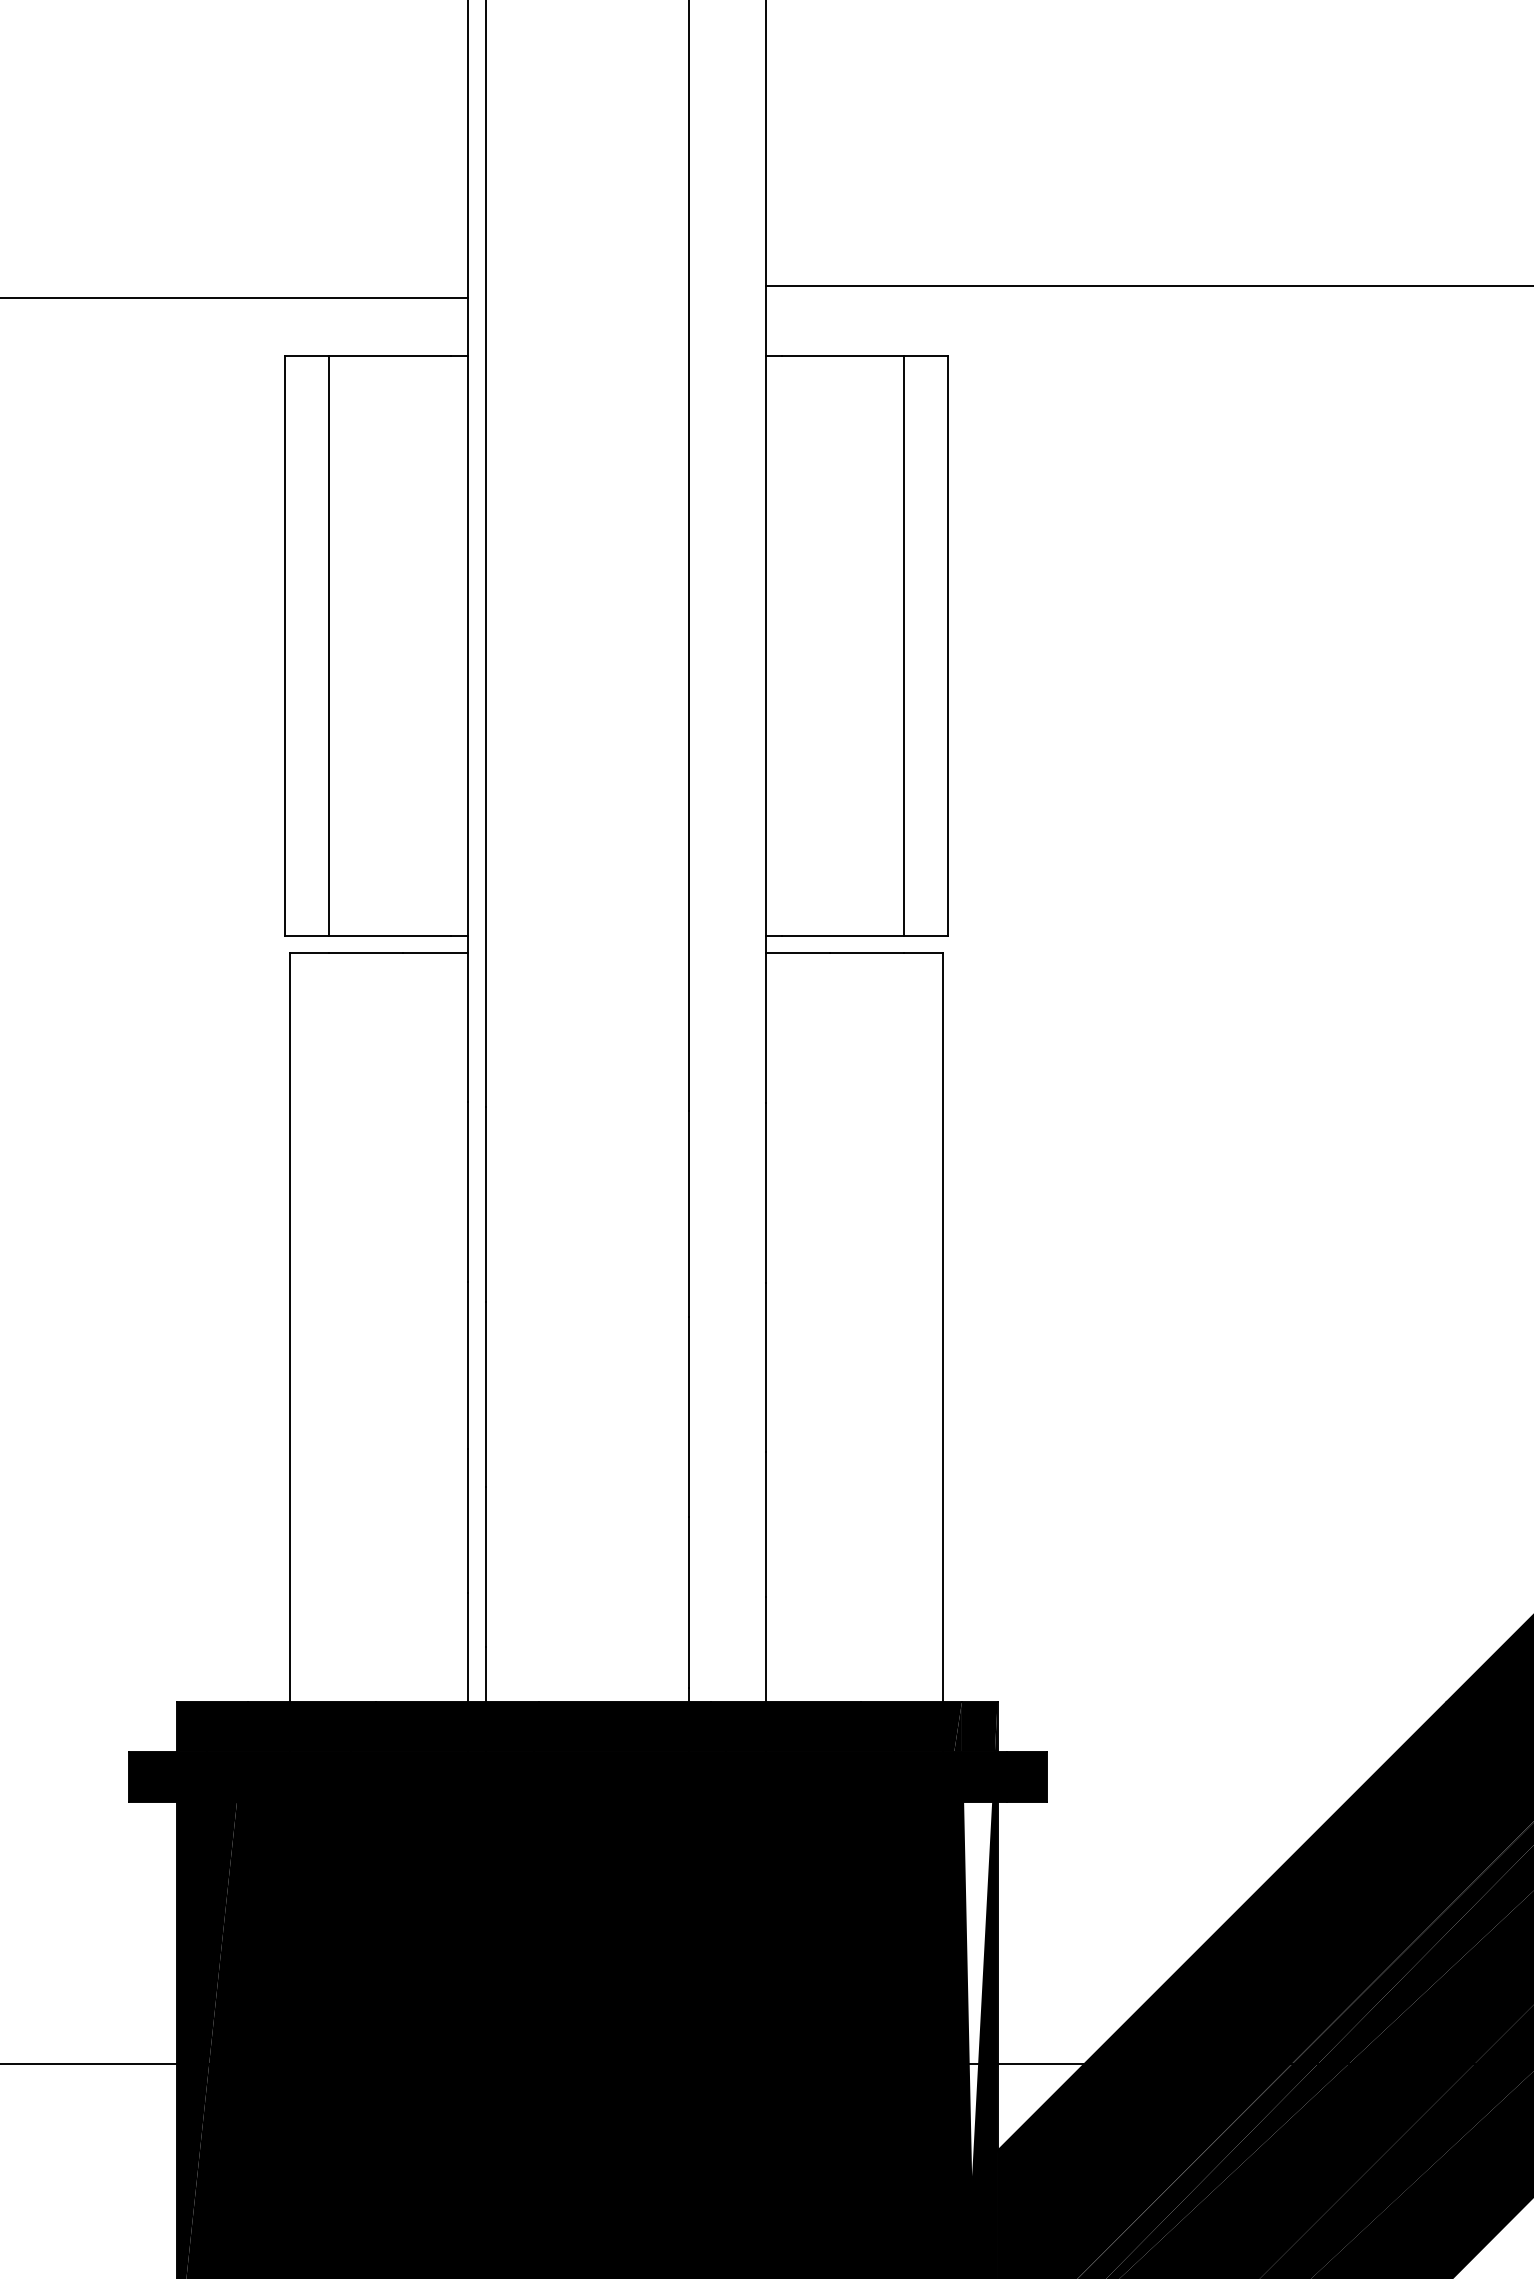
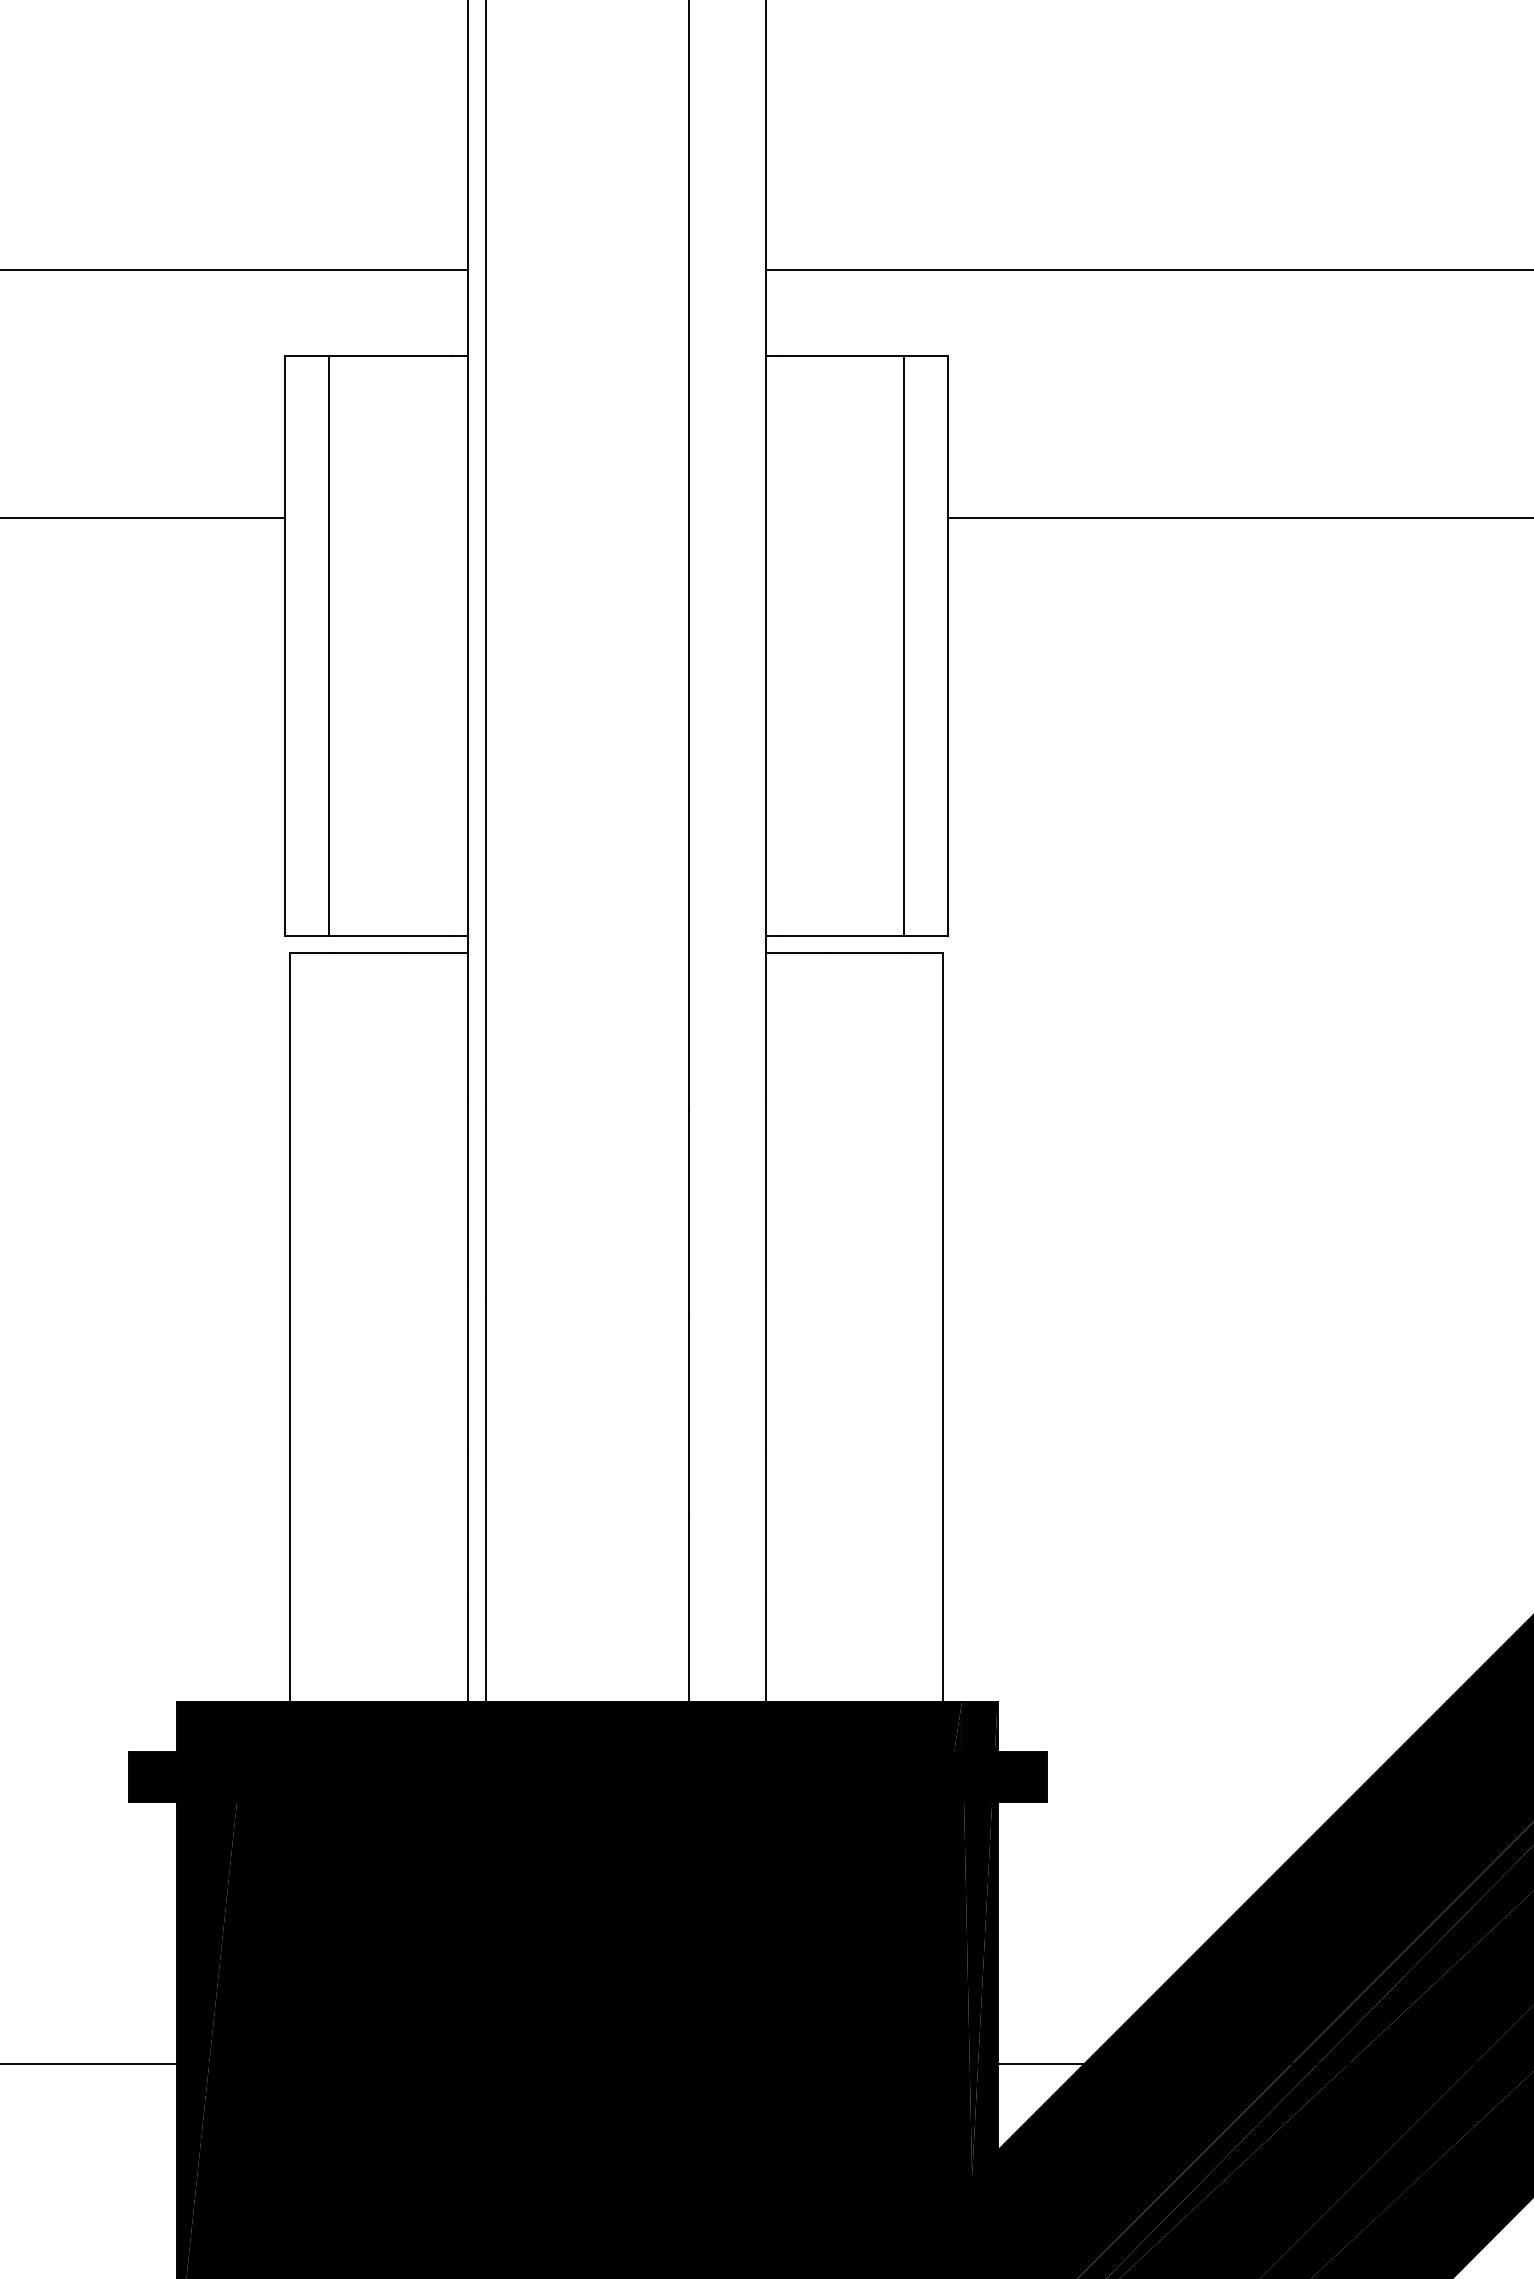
line at (1147, 285) position: (1147, 285) -> (1147, 269)
line at (234, 297) position: (234, 297) -> (234, 269)
line at (143, 518): none -> present
line at (1239, 518): none -> present
fill at (978, 1988): none -> present
